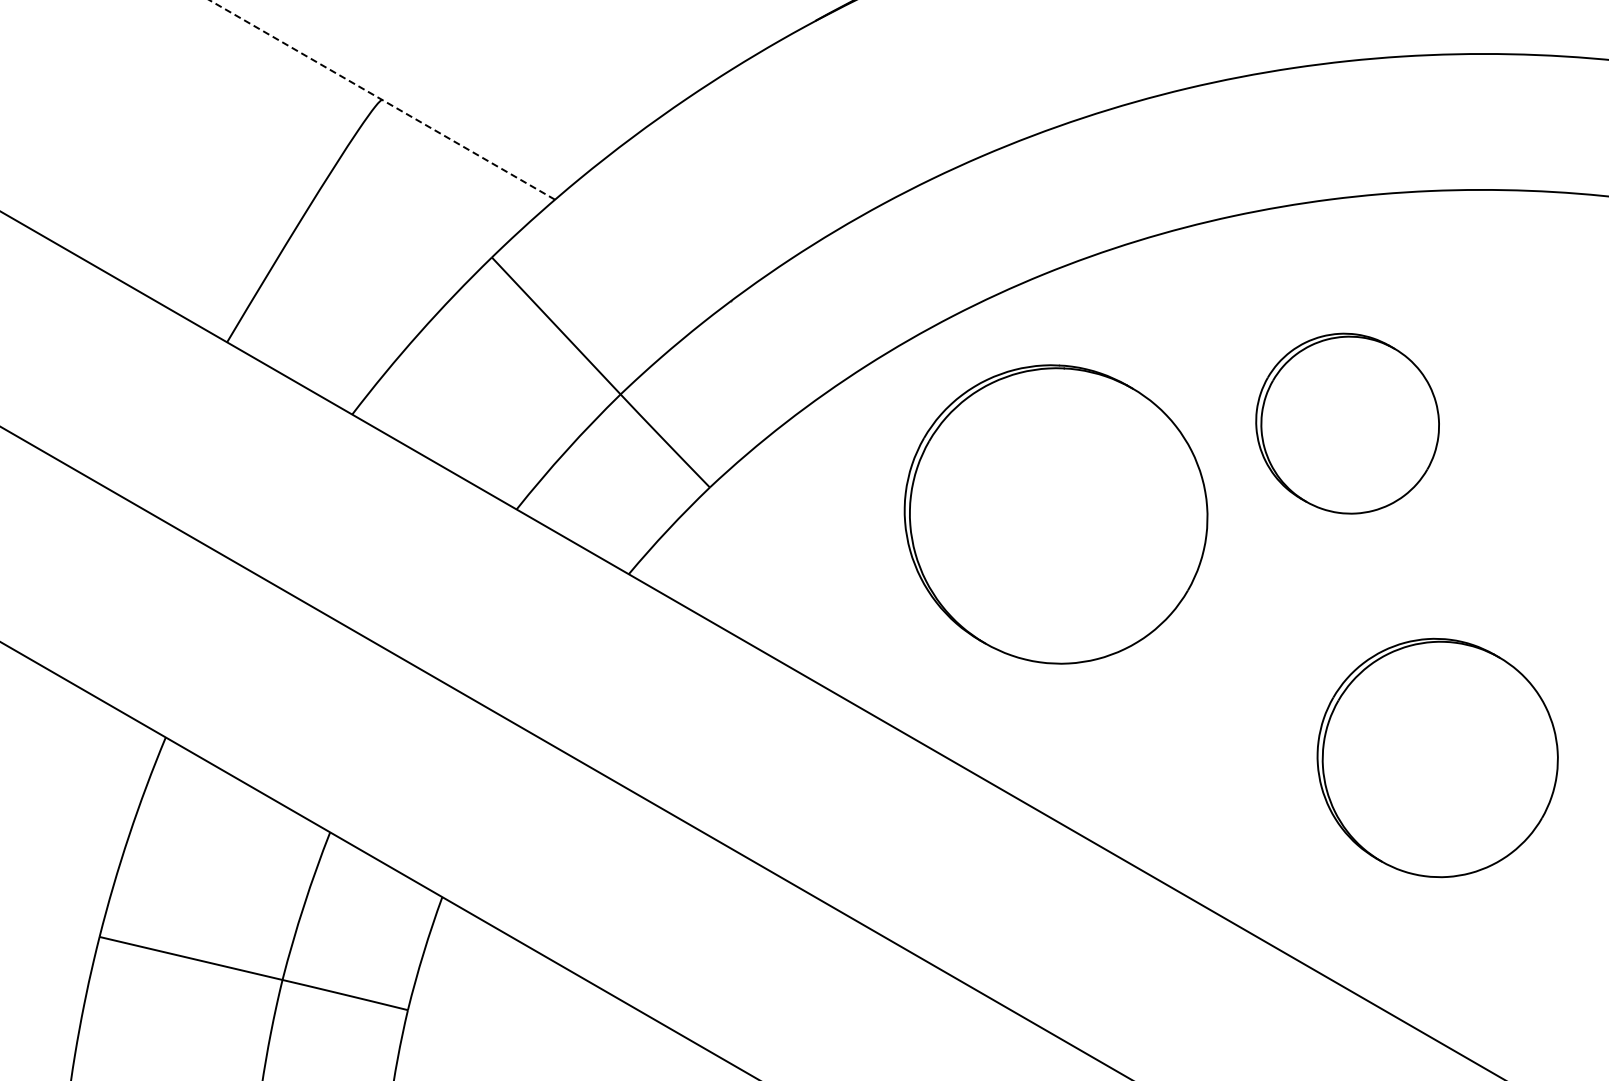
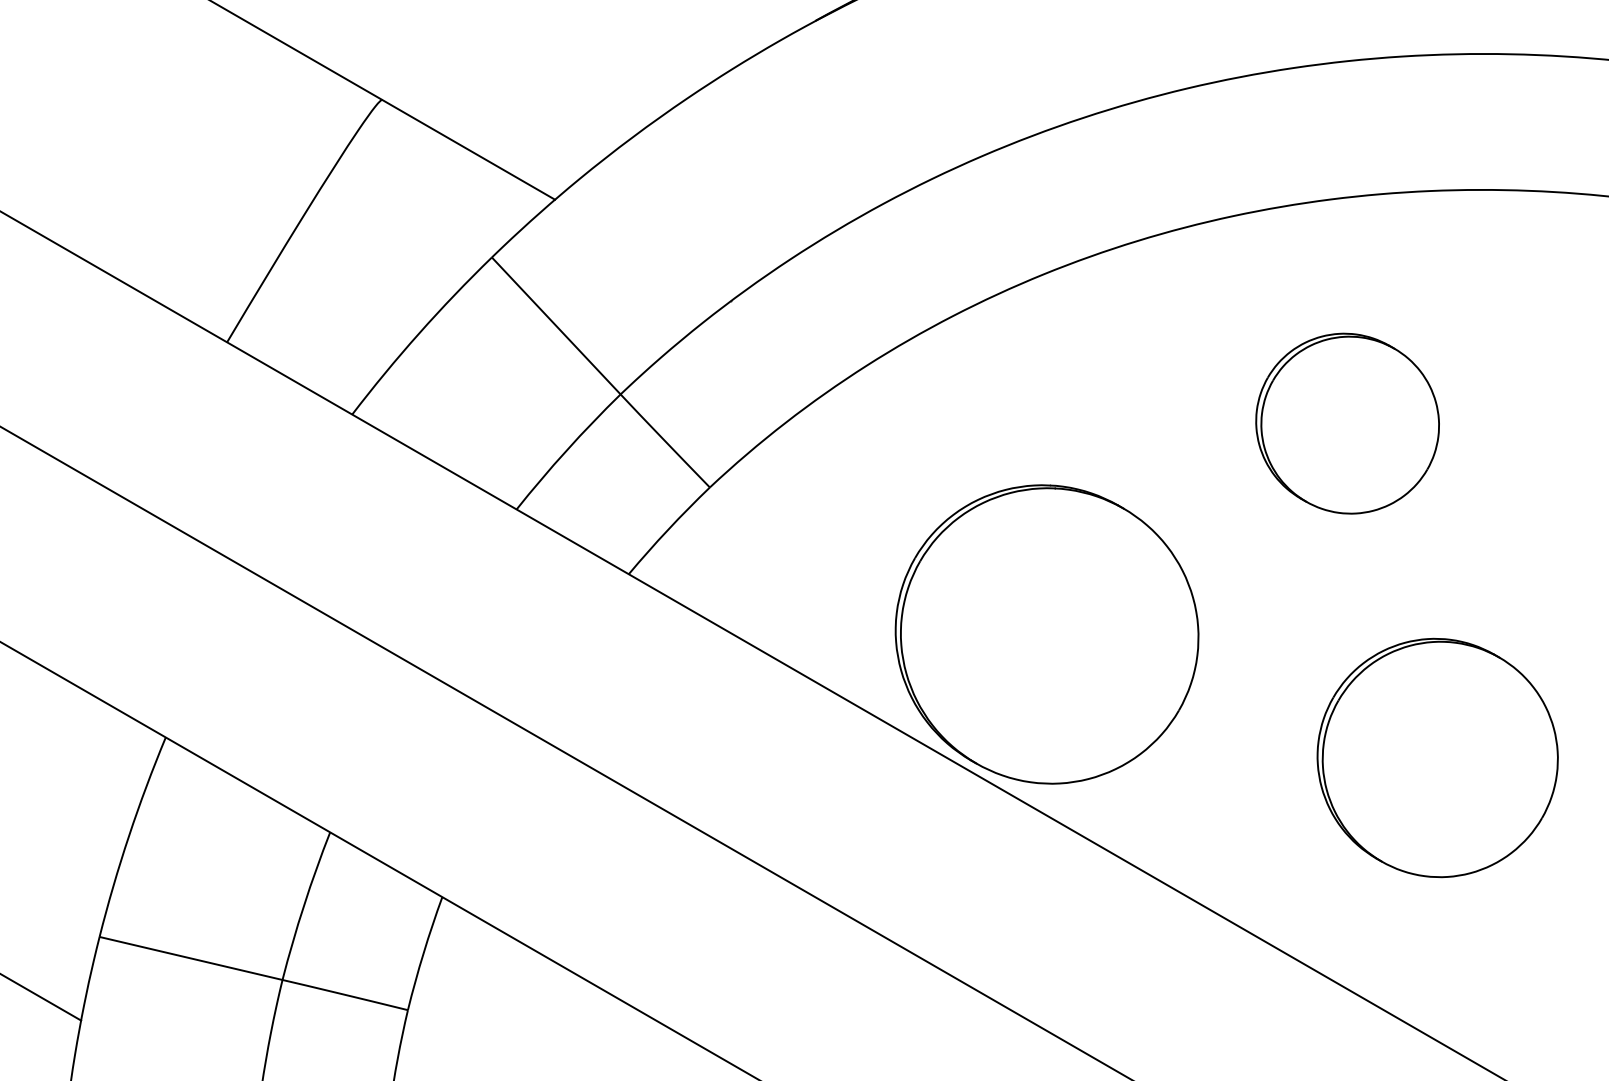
line at (381, 99): dashed -> solid
part at (1055, 514) position: (1055, 514) -> (1046, 634)
line at (41, 997): none -> present
